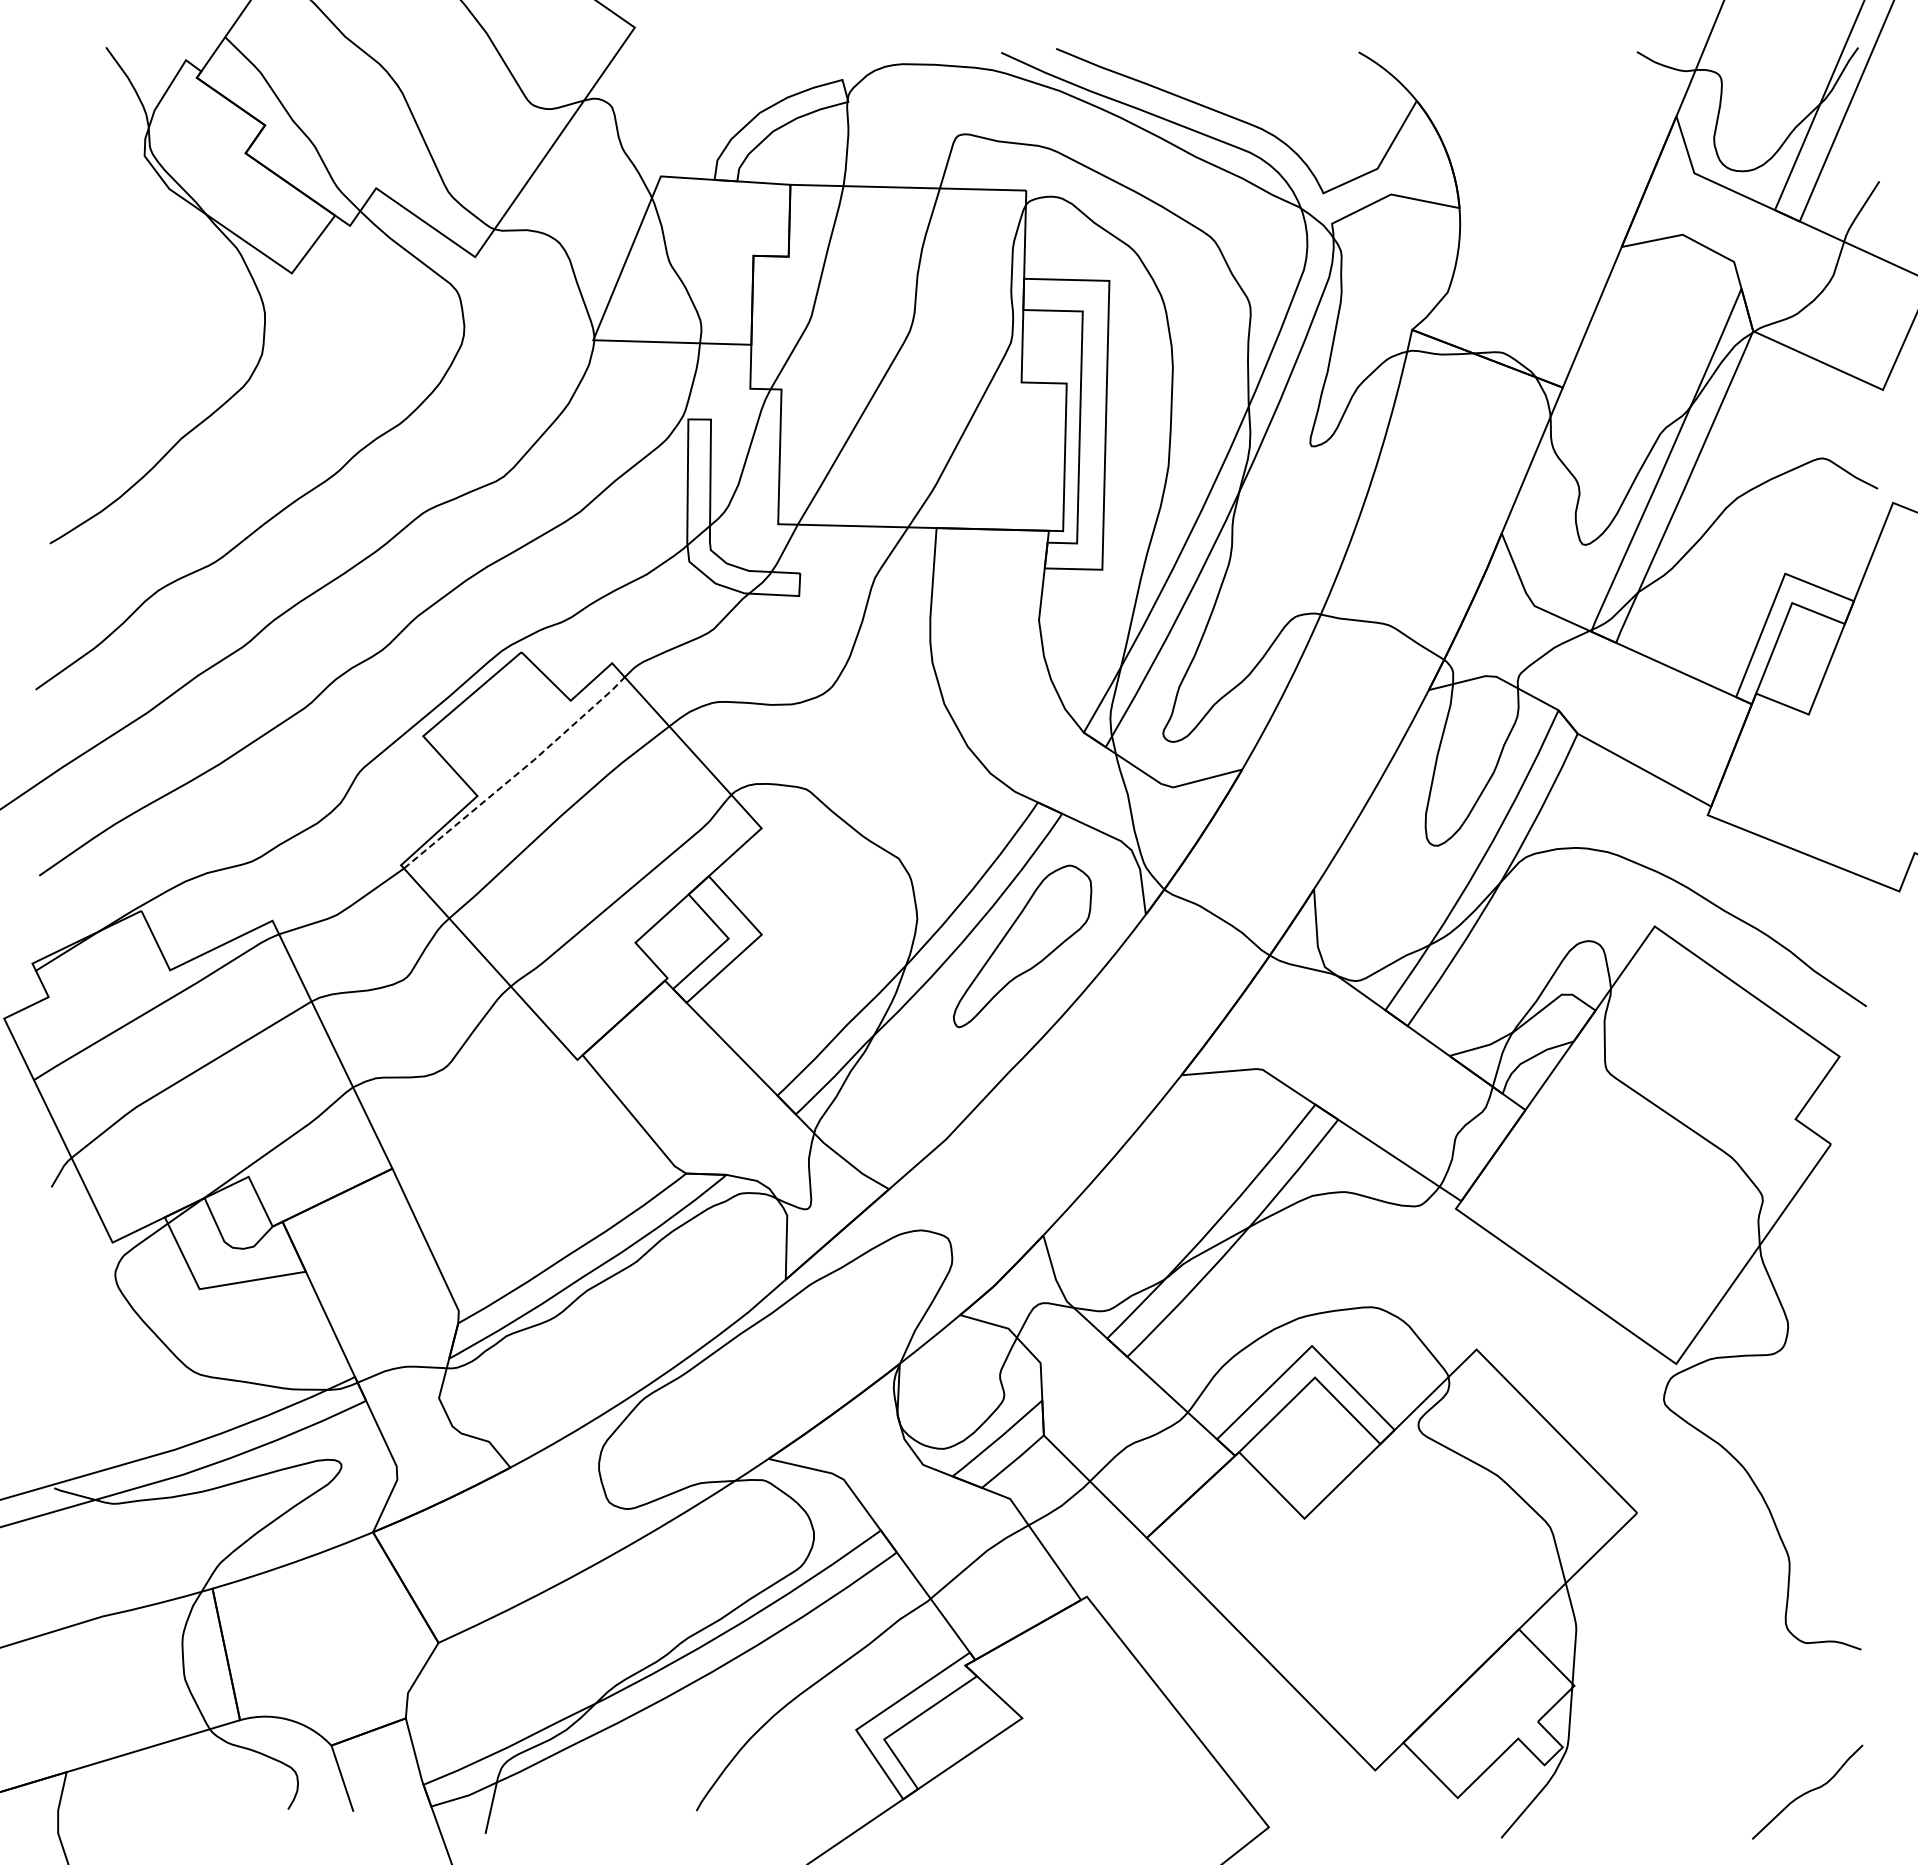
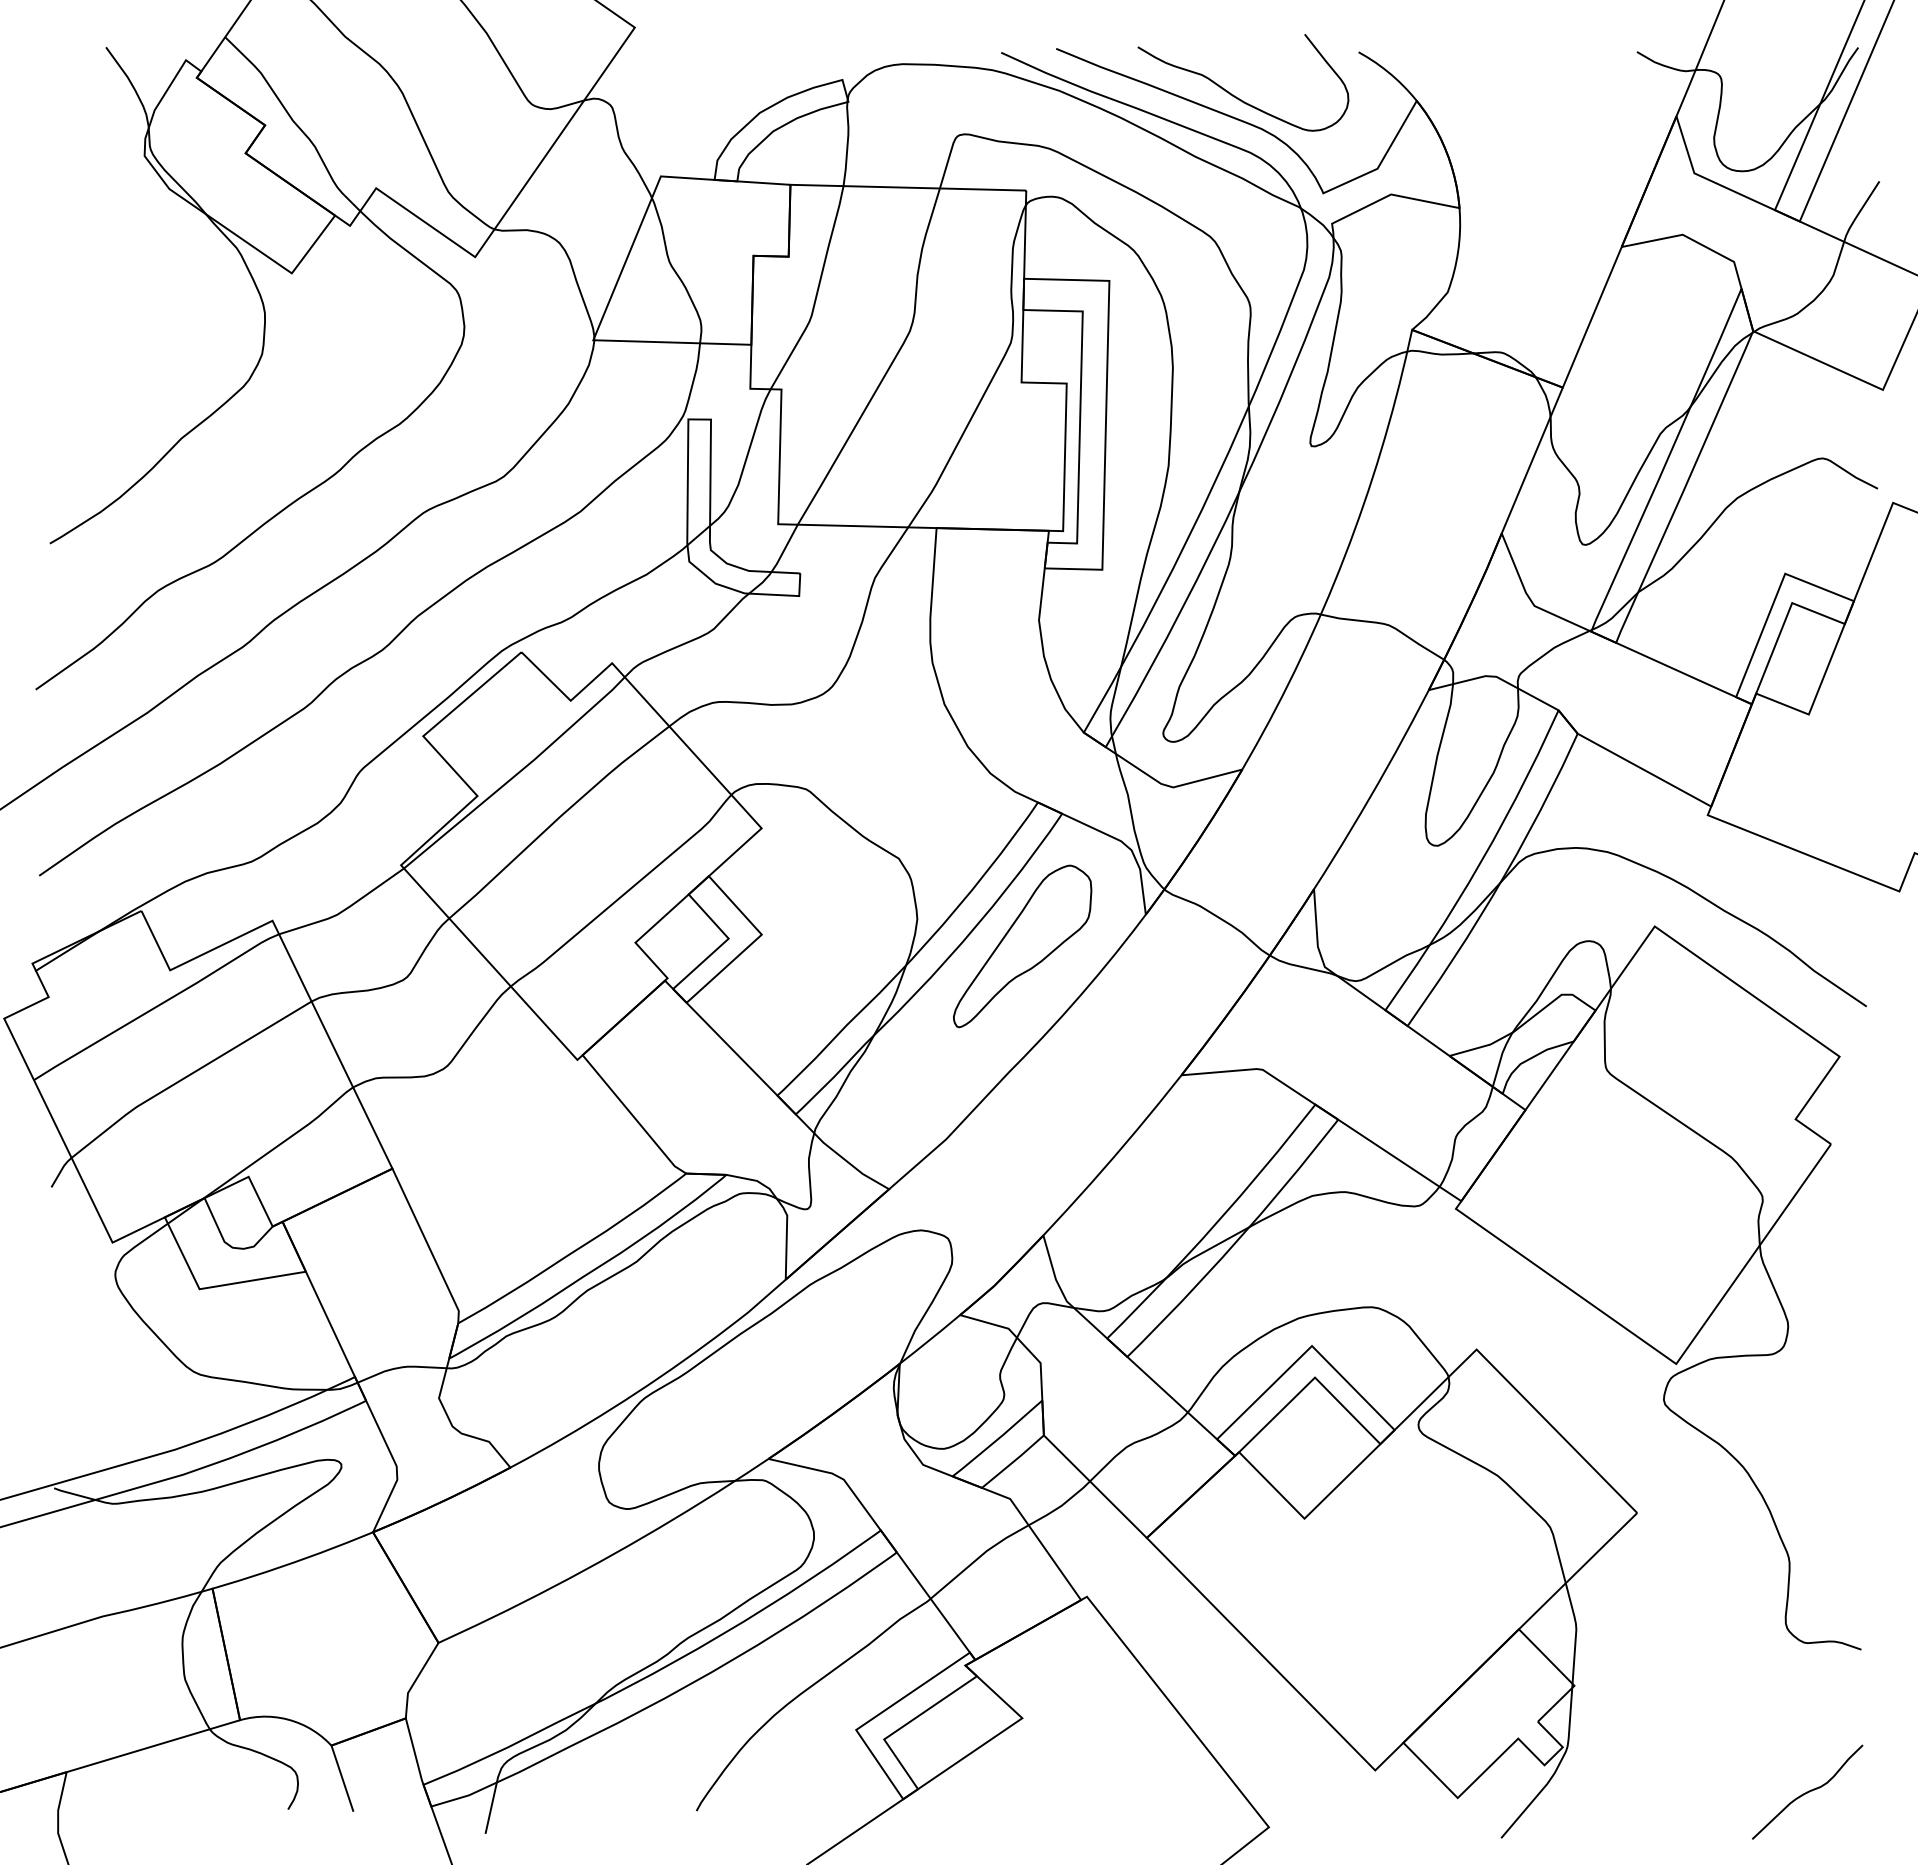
curve at (1233, 94): none -> present
line at (517, 773): dashed -> solid
